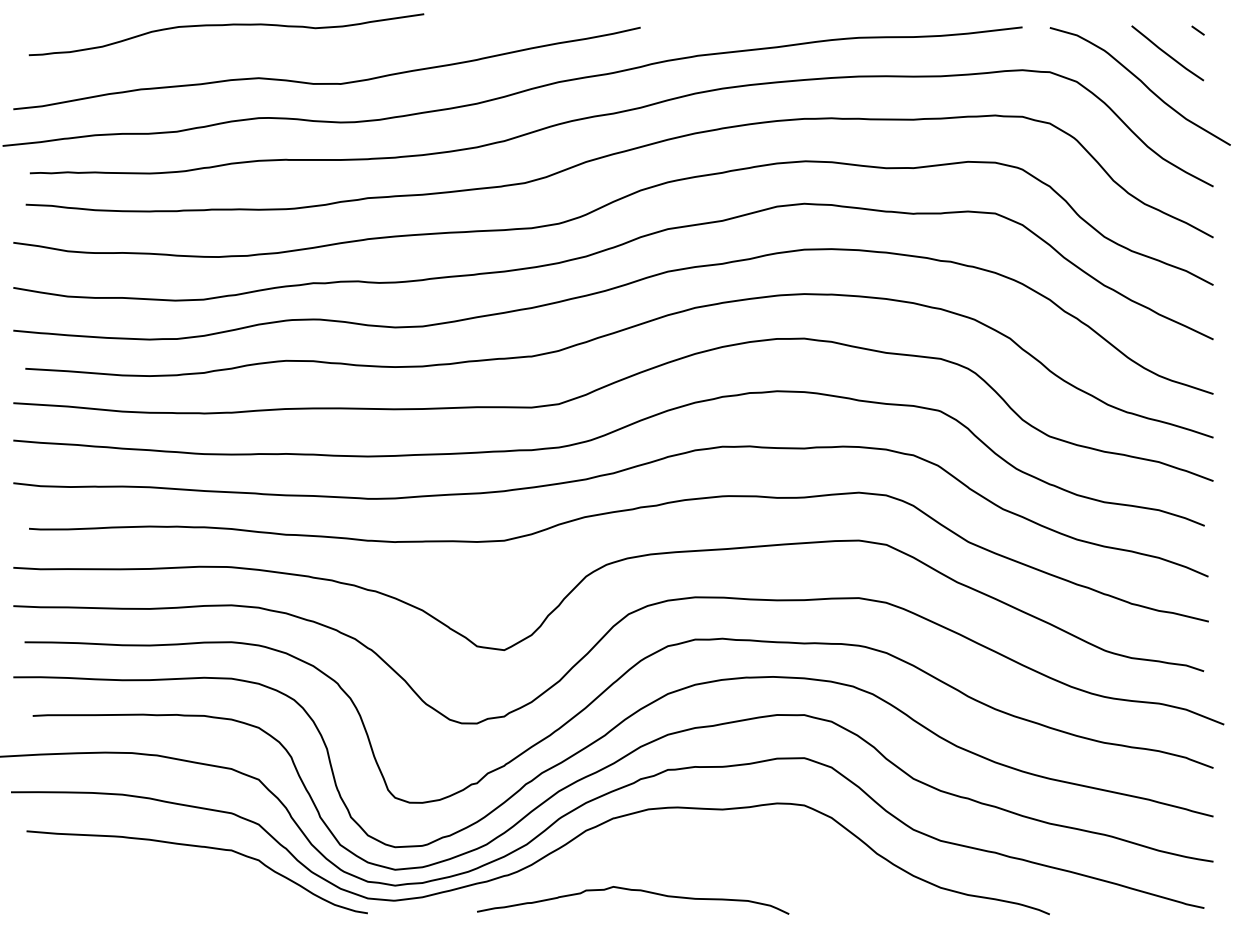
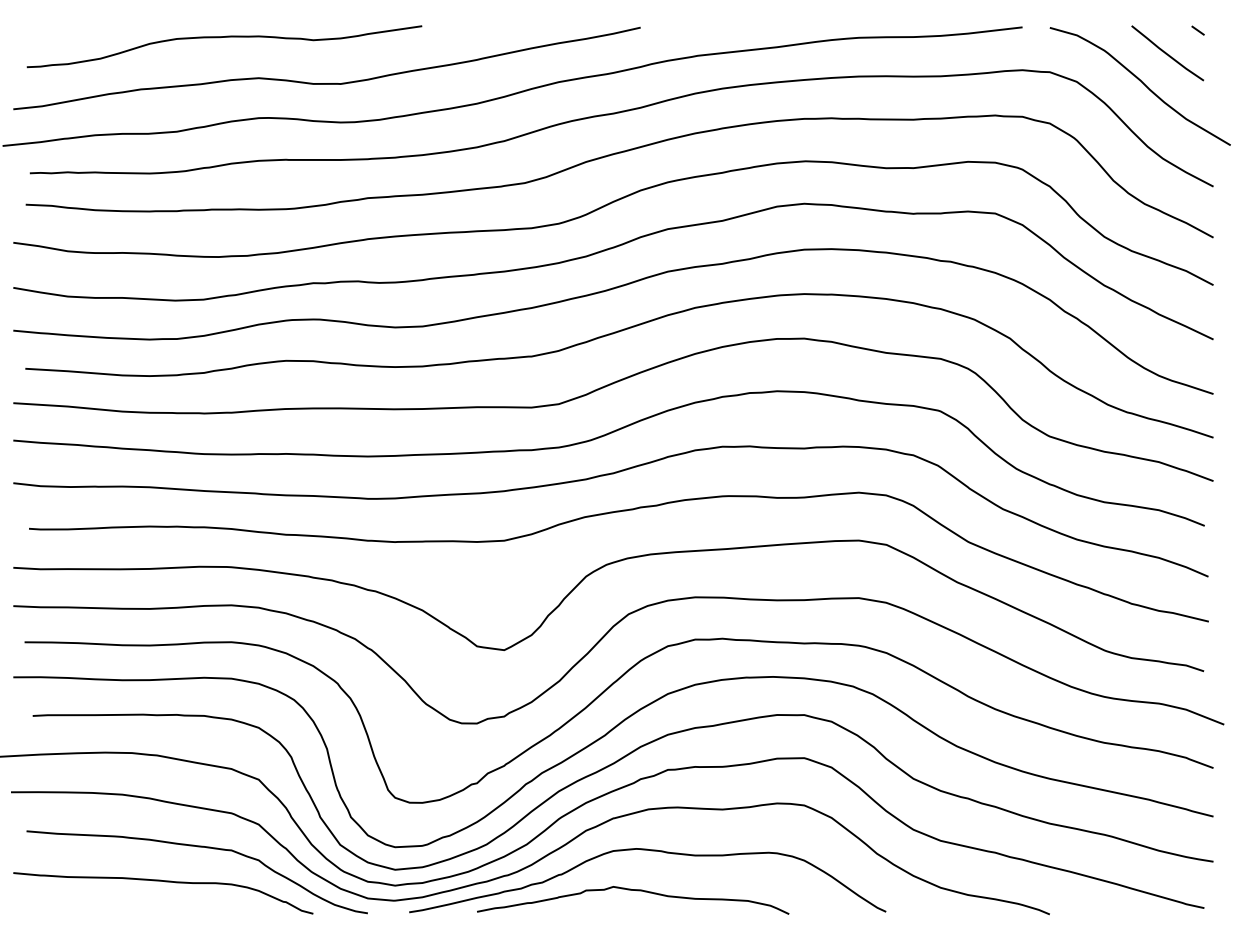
curve at (222, 26) position: (222, 26) -> (220, 38)
curve at (651, 851): none -> present
curve at (165, 882): none -> present
